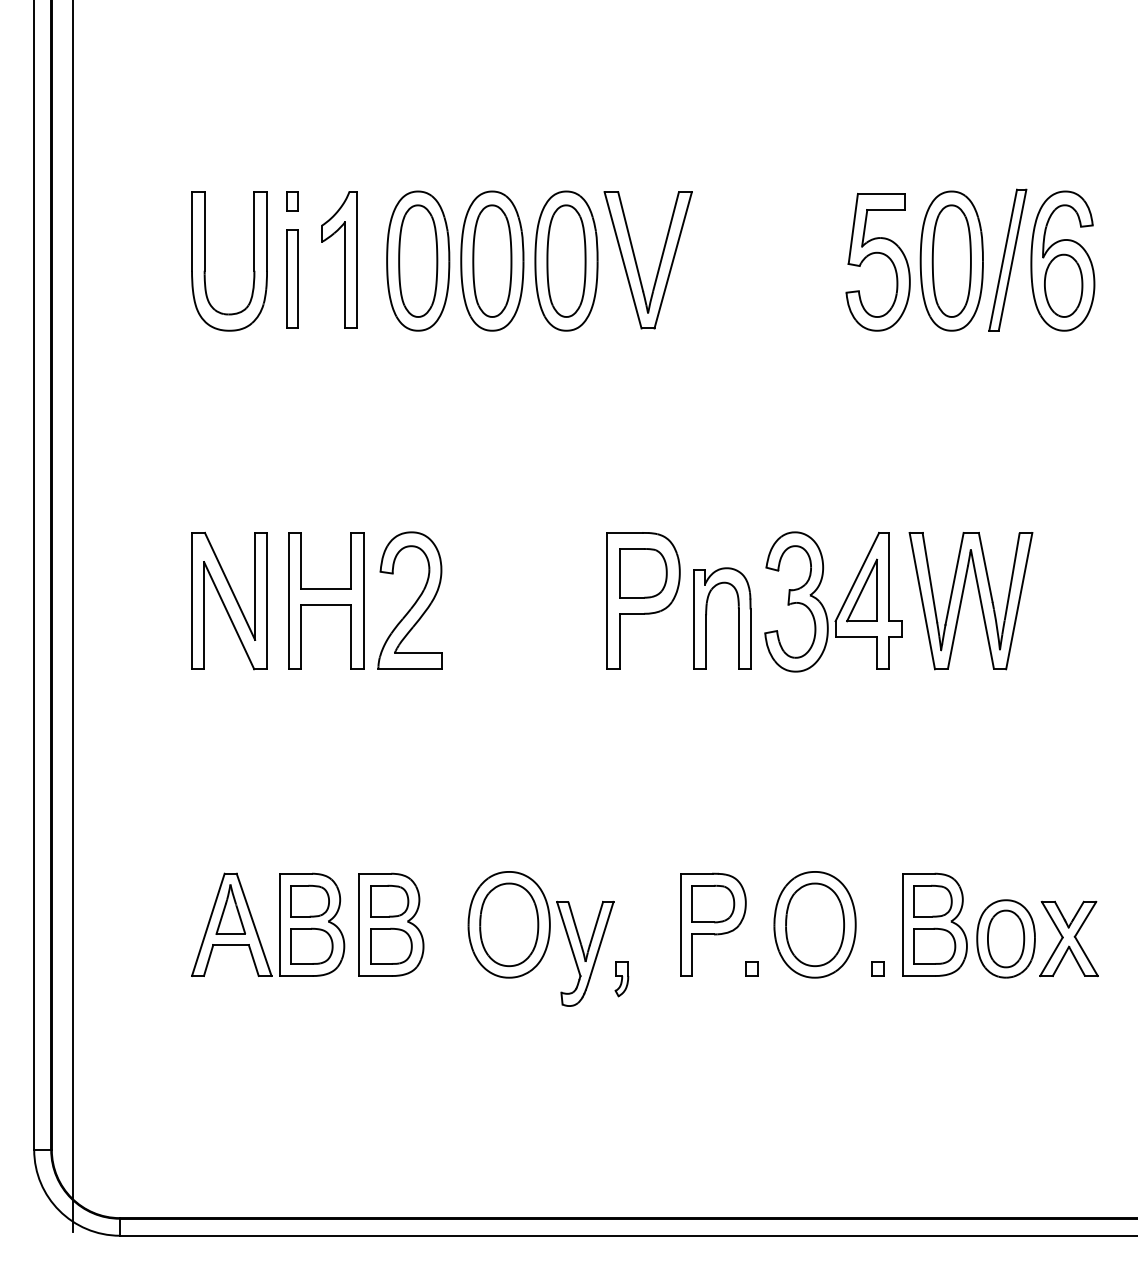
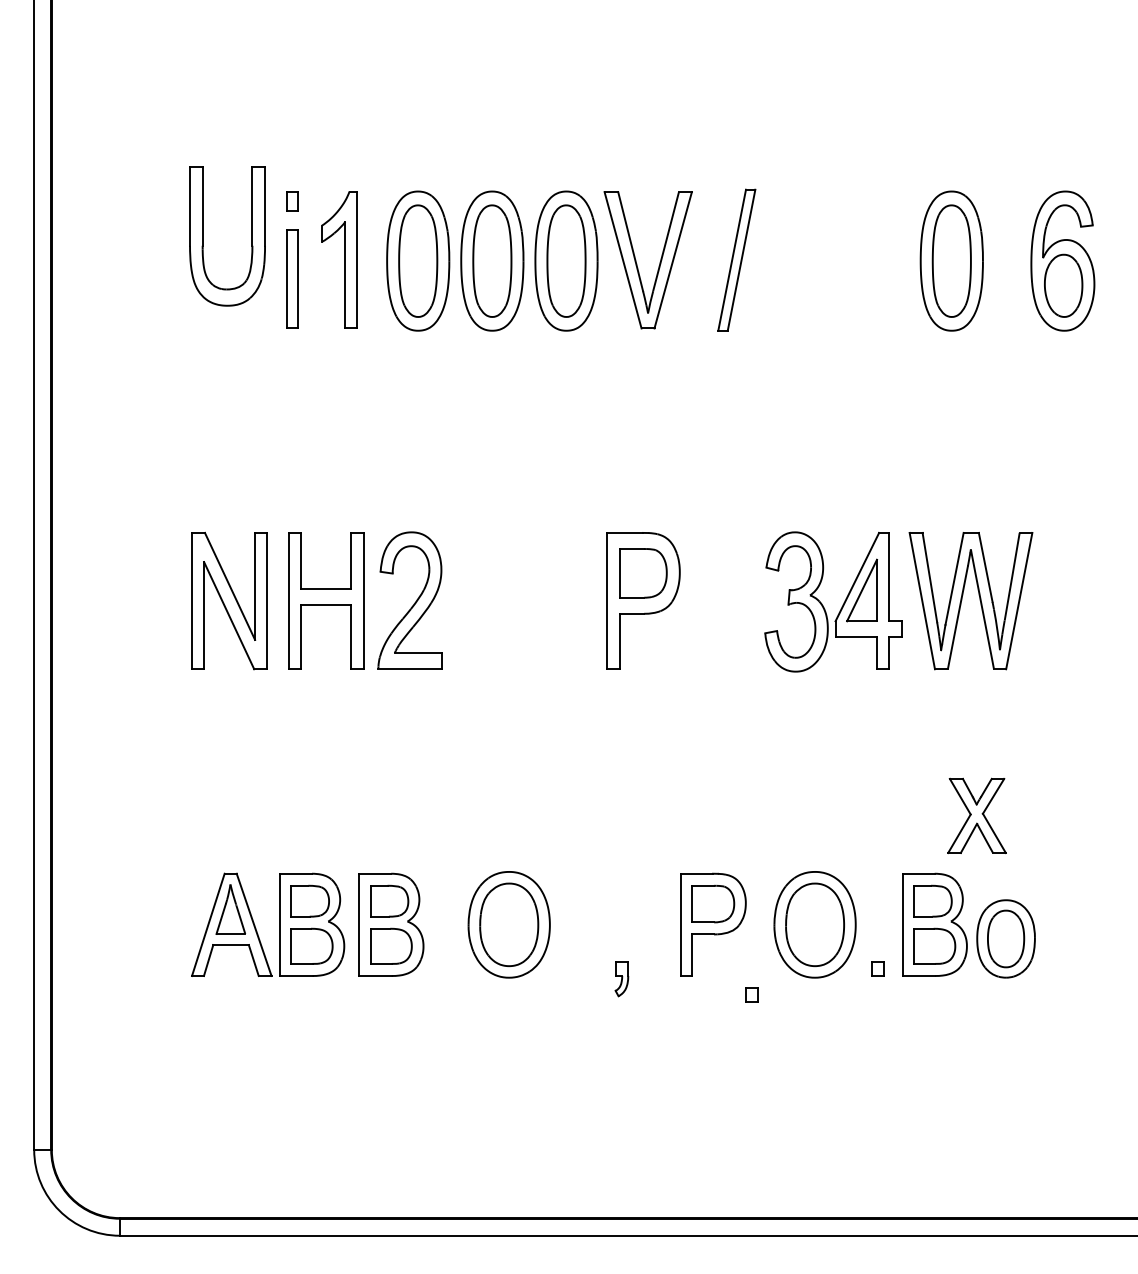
part at (880, 254): present -> none
part at (1007, 259) position: (1007, 259) -> (736, 259)
part at (205, 261) position: (205, 261) -> (203, 236)
line at (73, 616): present -> none
part at (706, 618): present -> none
part at (1068, 938) position: (1068, 938) -> (976, 815)
part at (585, 953): present -> none
part at (751, 968) position: (751, 968) -> (751, 994)
